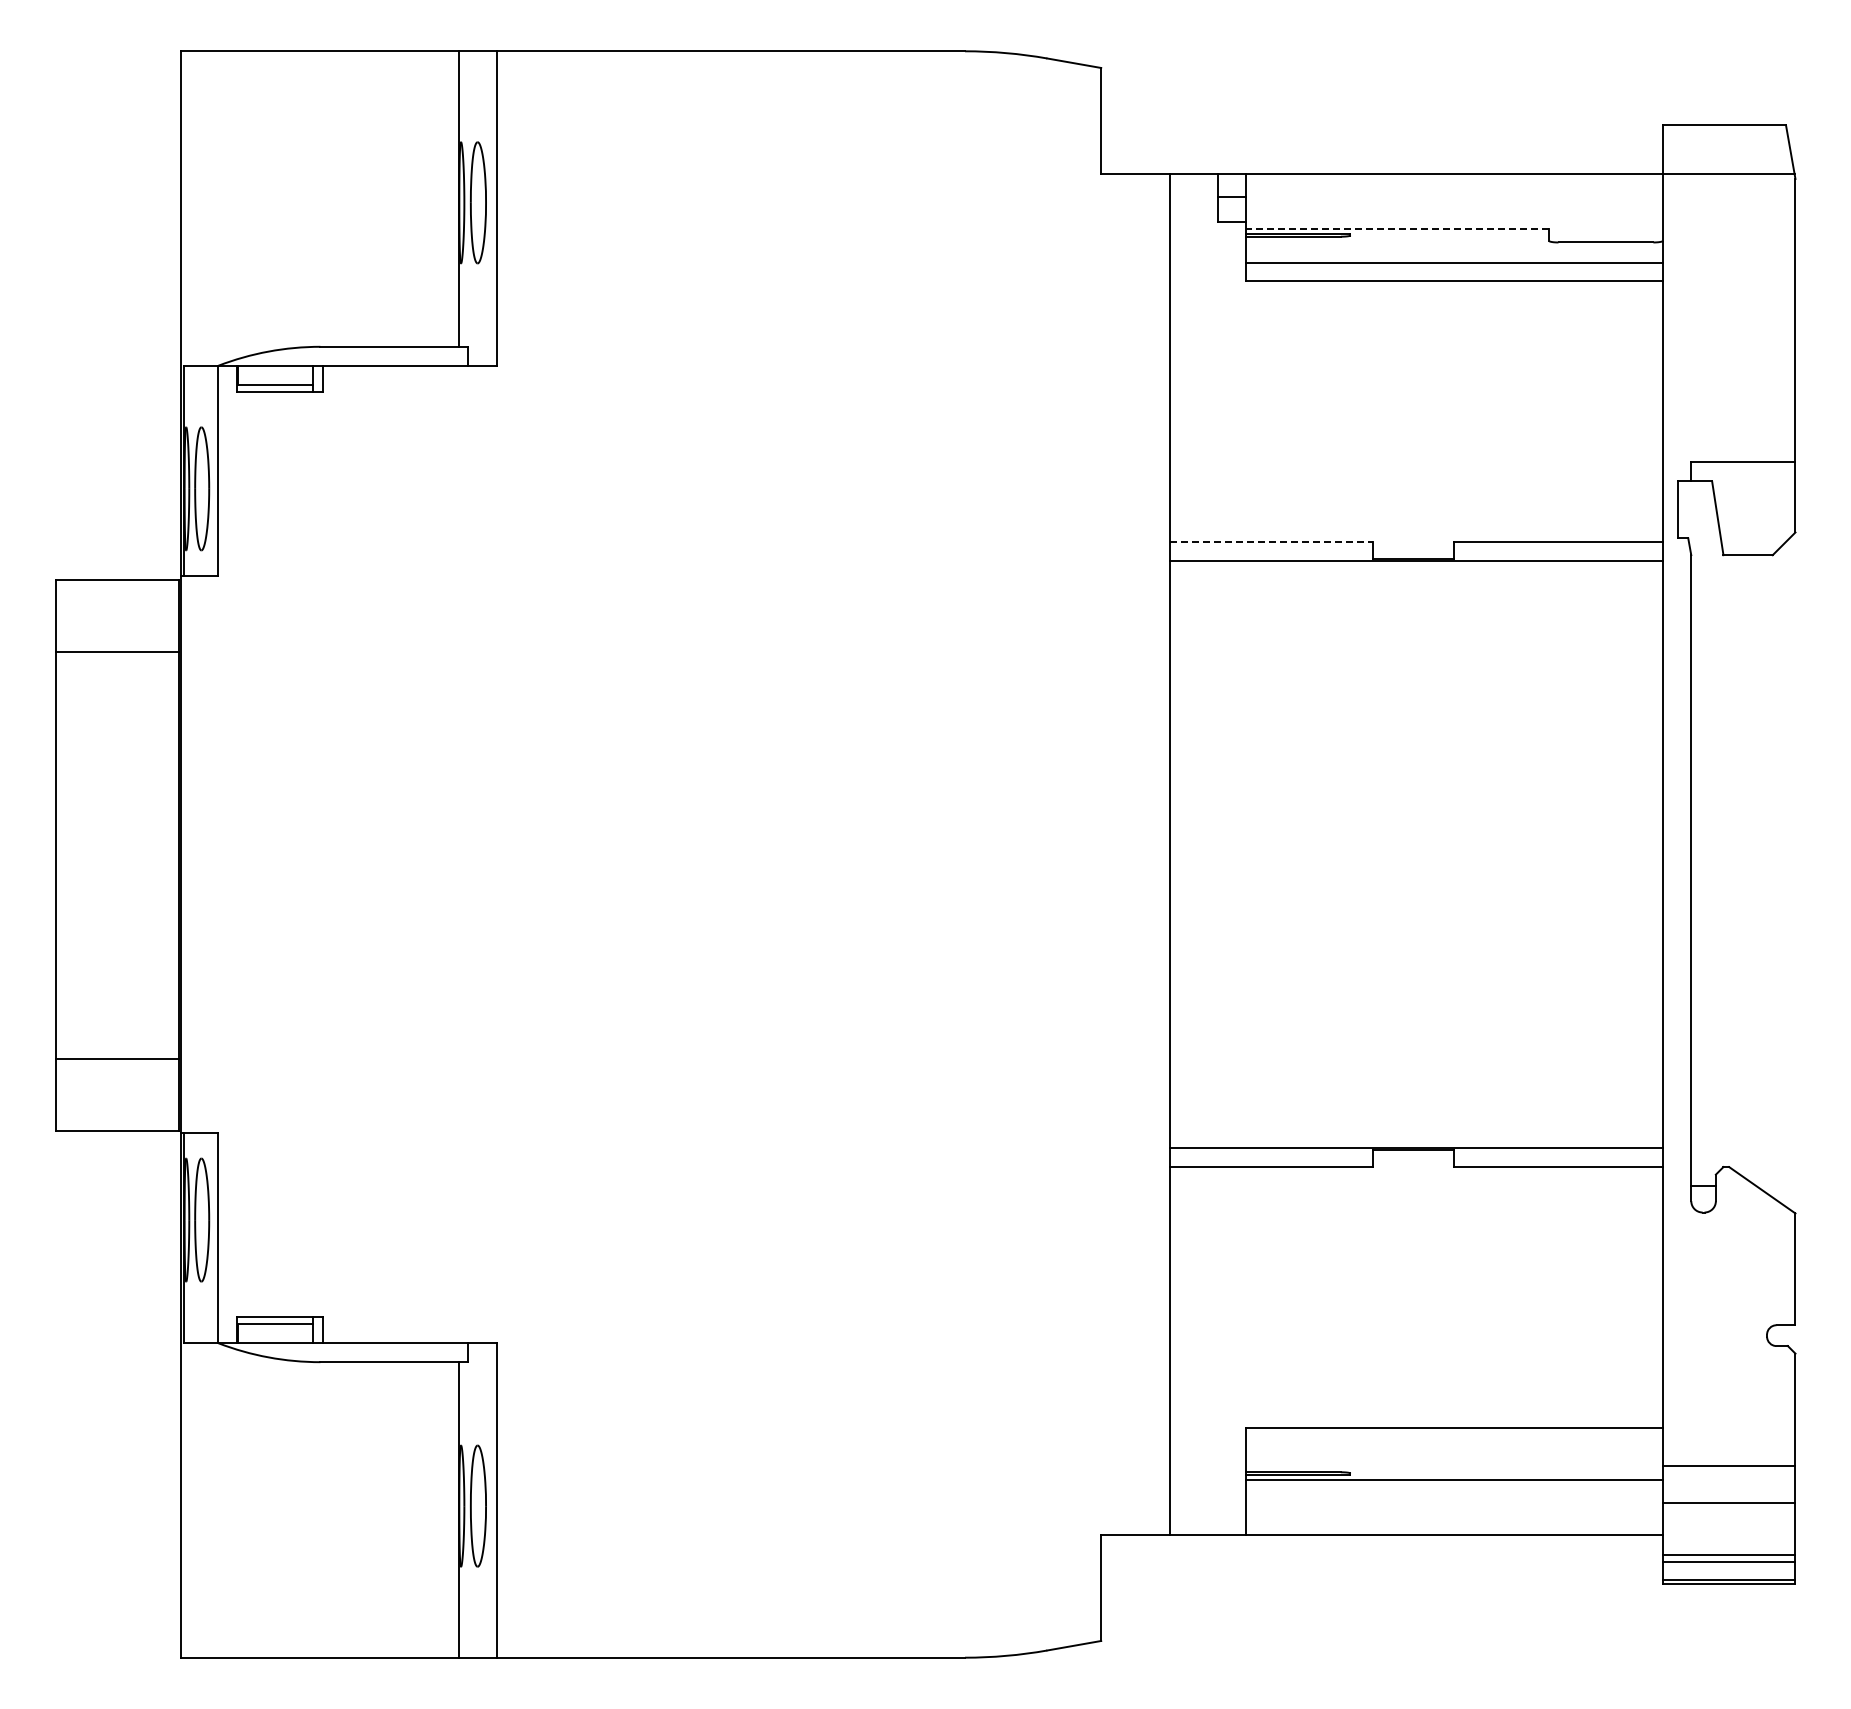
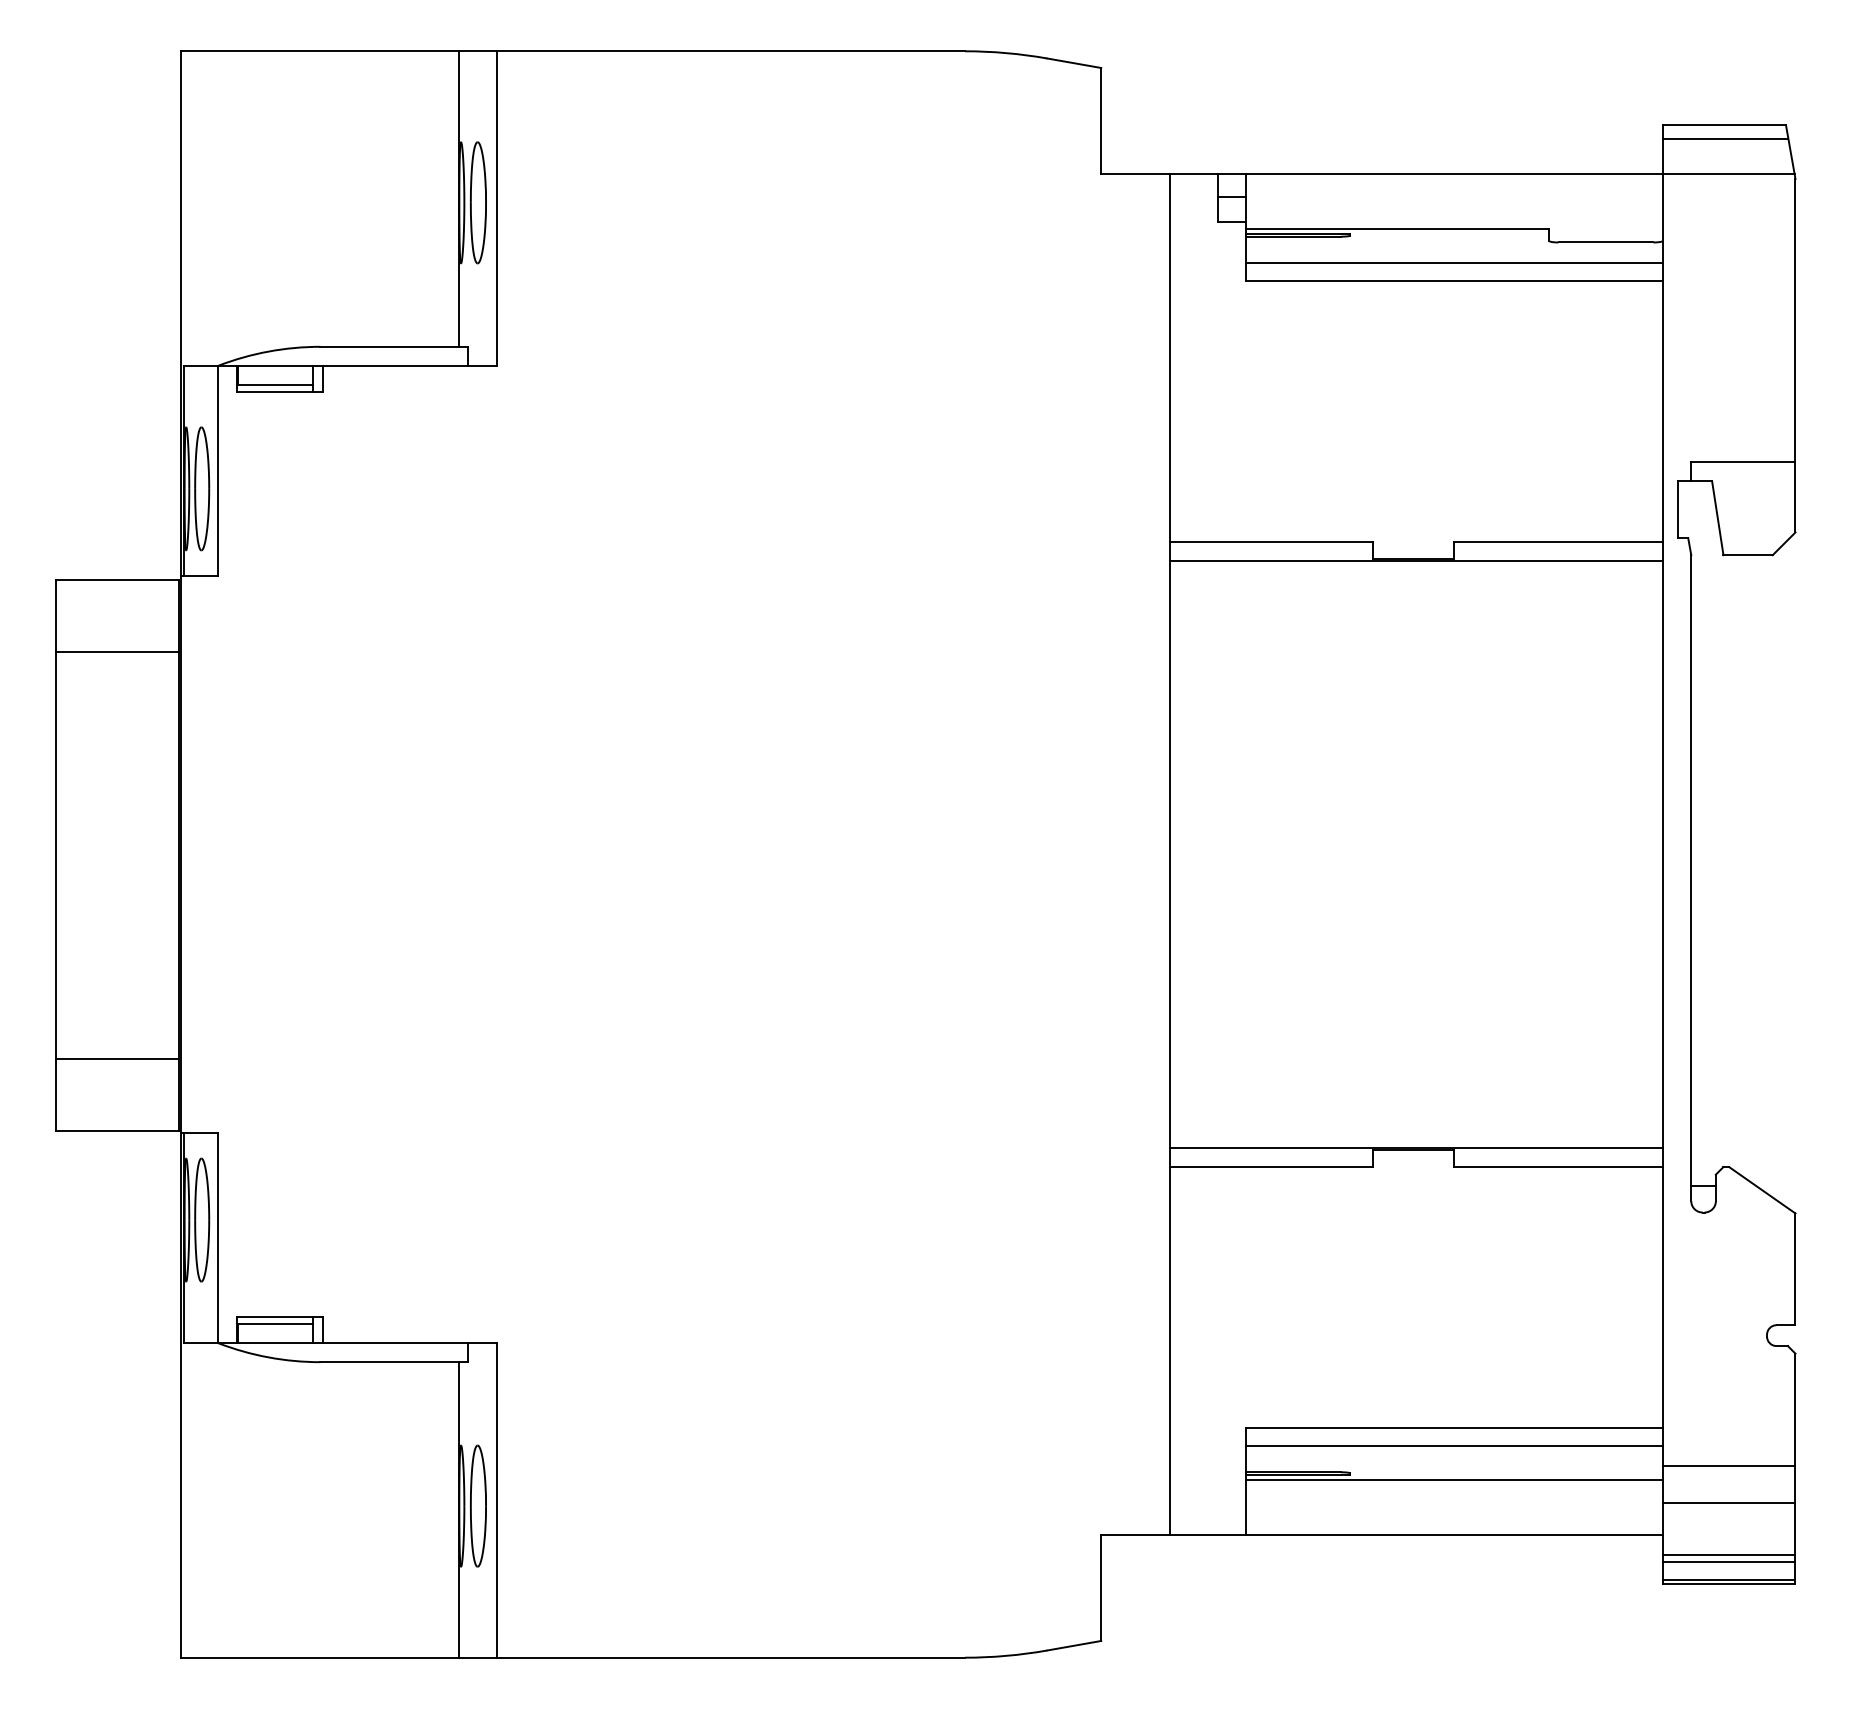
line at (1725, 138): none -> present
line at (1397, 229): dashed -> solid
line at (1272, 541): dashed -> solid
line at (1454, 1445): none -> present
